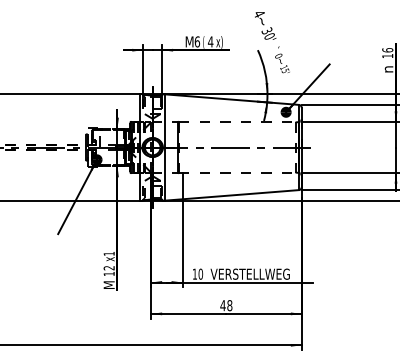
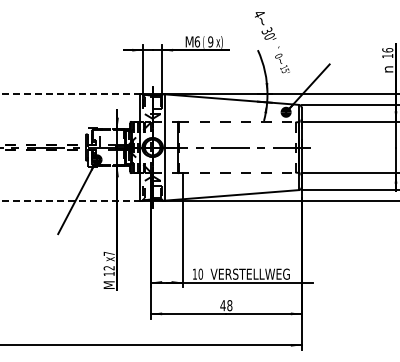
text at (210, 41): 4 -> 9
line at (70, 94): solid -> dashed
line at (70, 200): solid -> dashed
text at (108, 253): x1 -> x7
